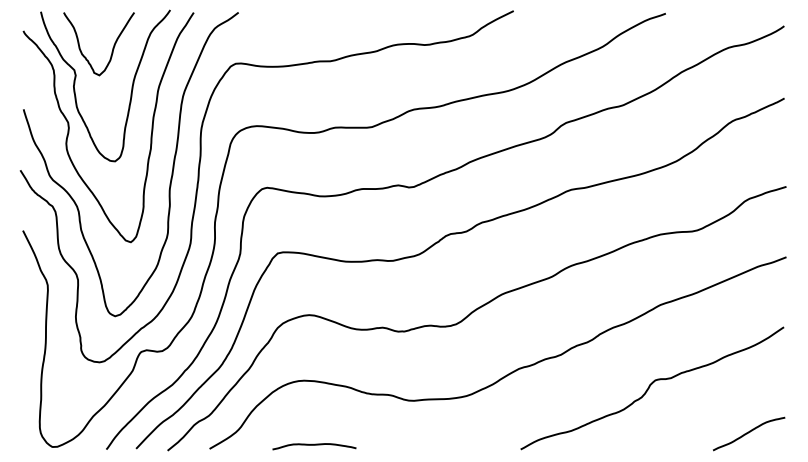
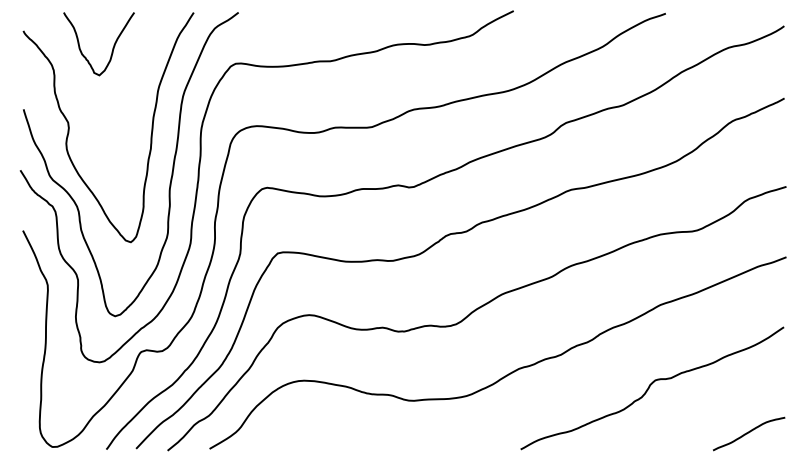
curve at (131, 86): present -> none
curve at (314, 445): present -> none
